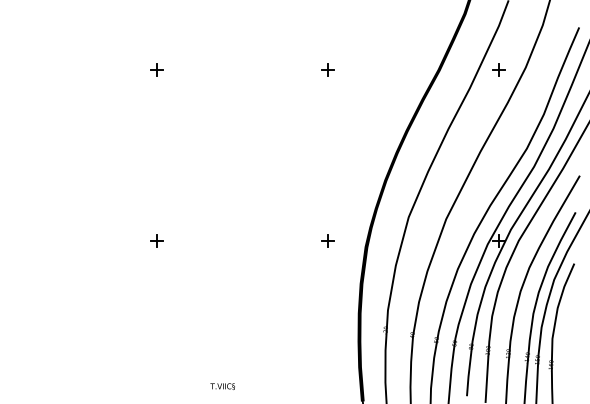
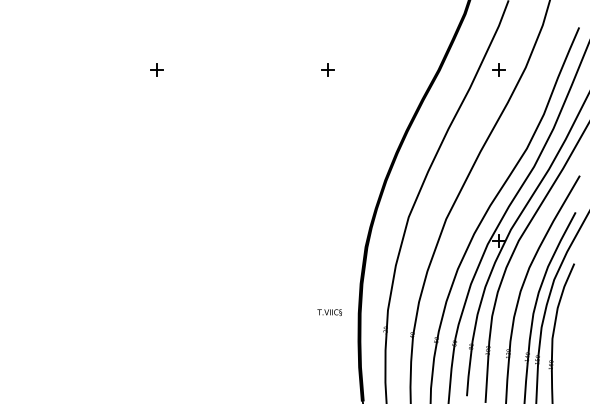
part at (156, 240): present -> none
part at (327, 240): present -> none
text at (222, 386) position: (222, 386) -> (329, 312)
